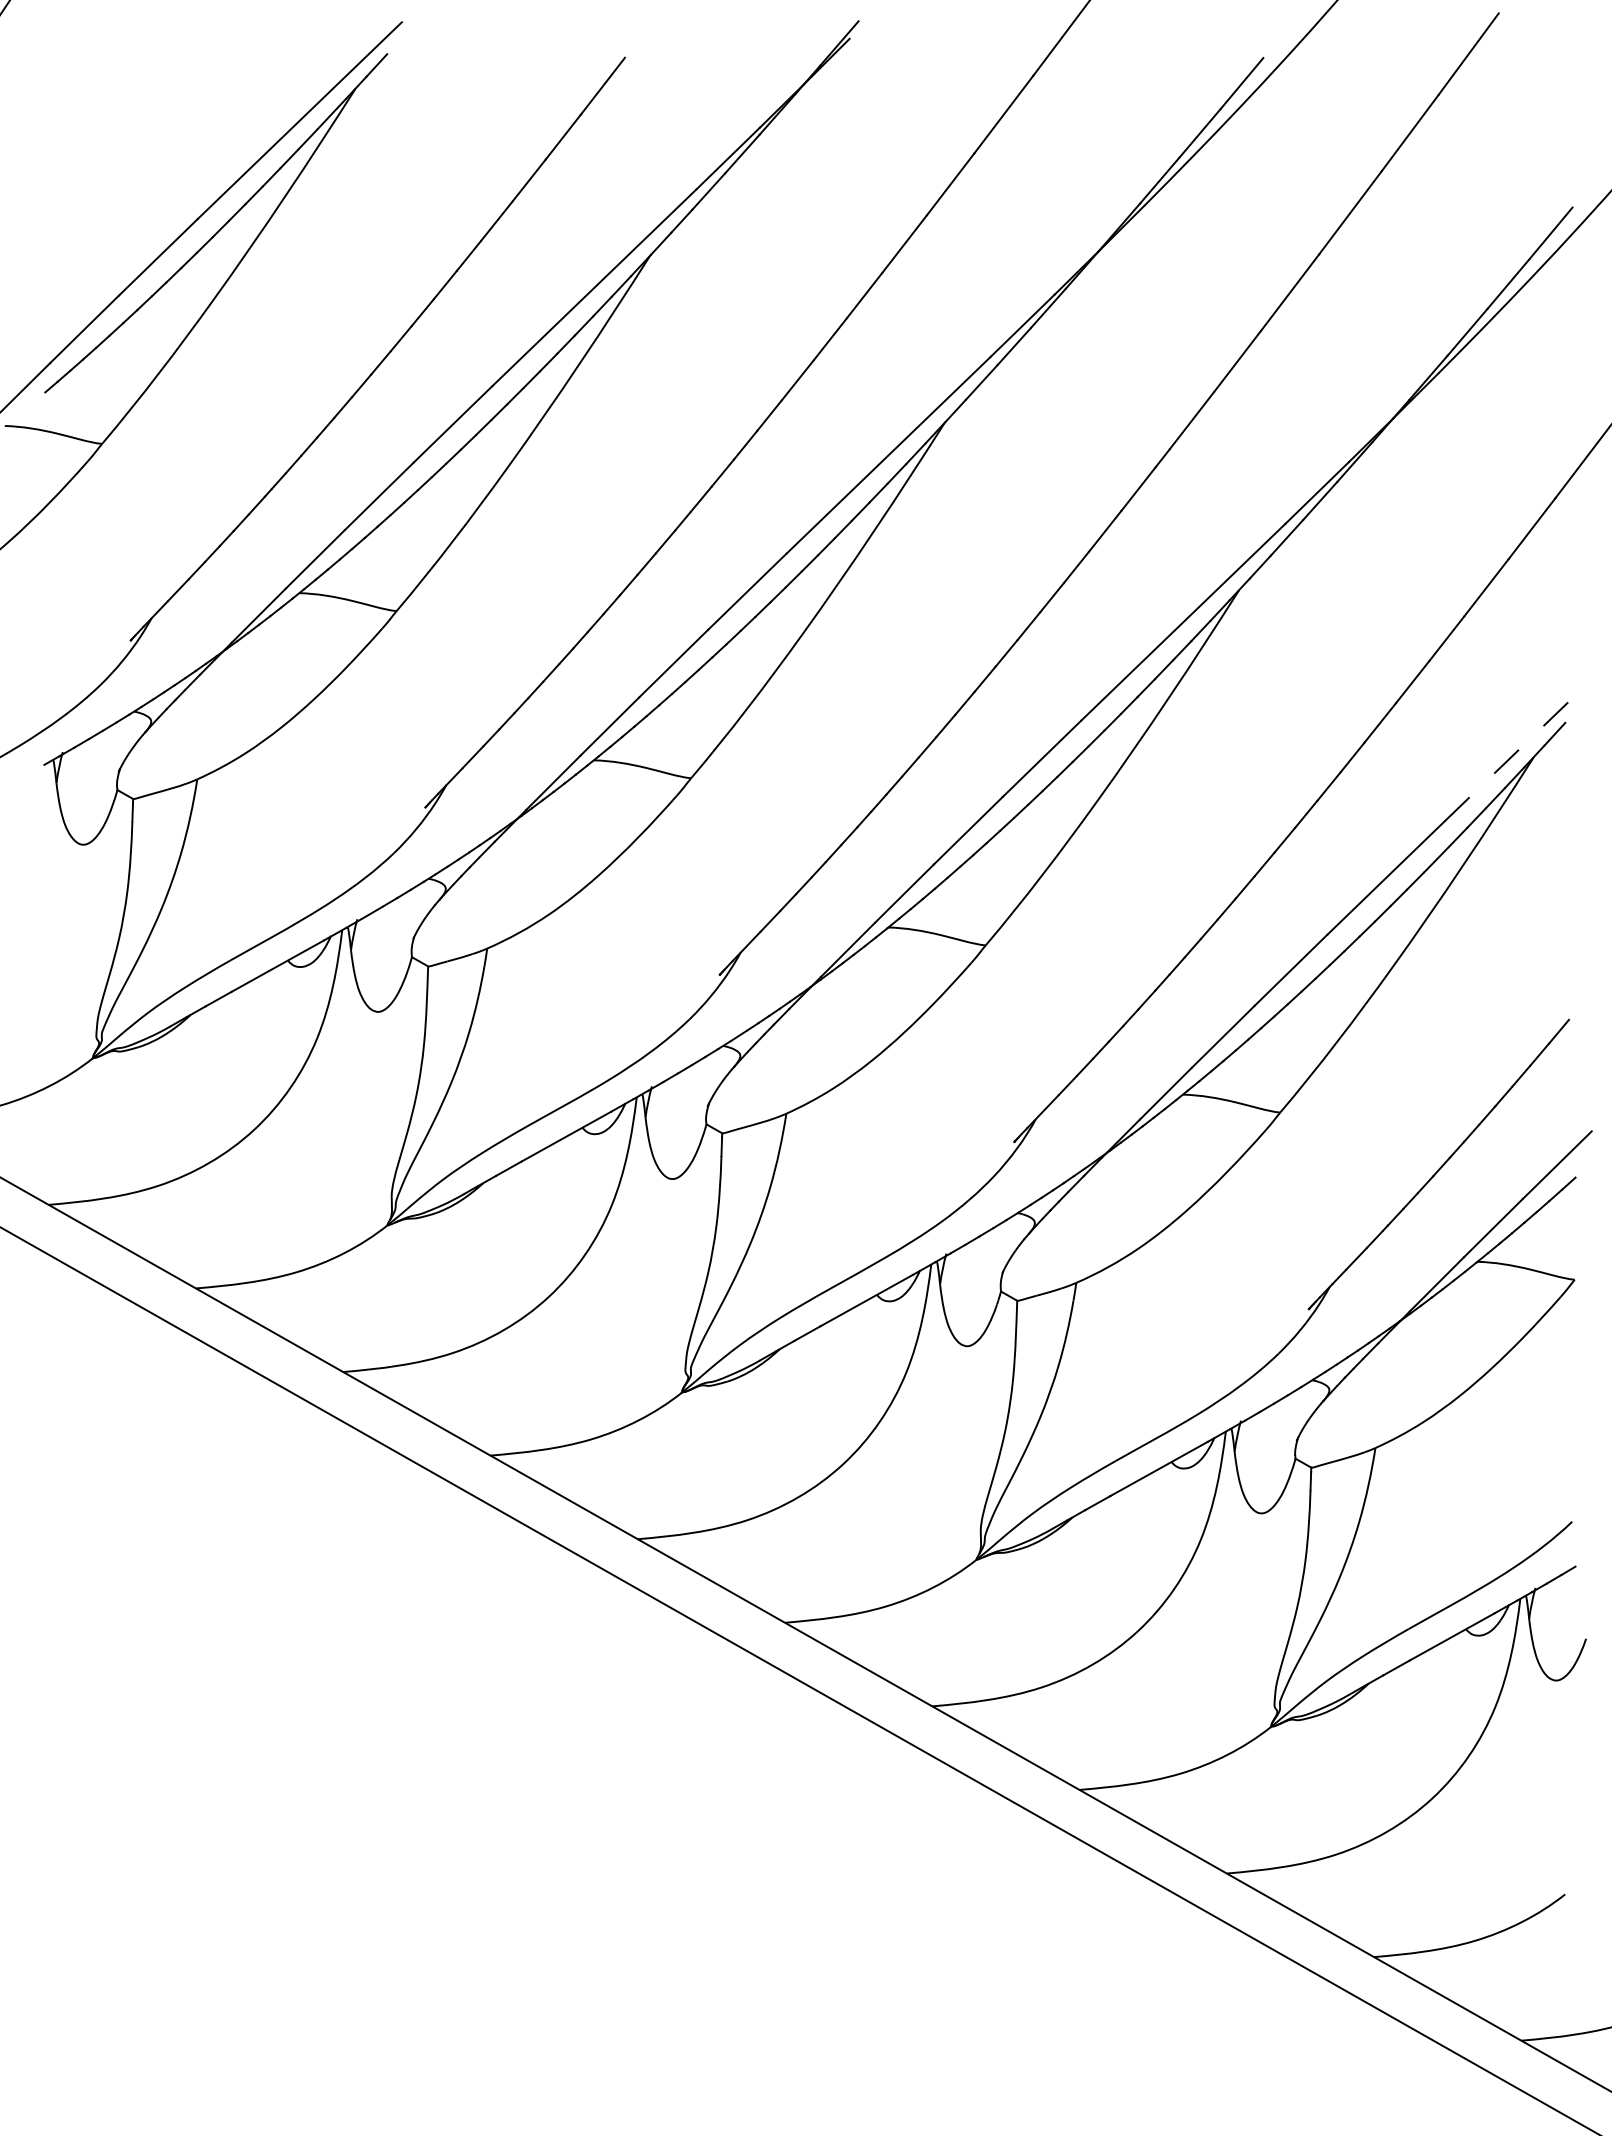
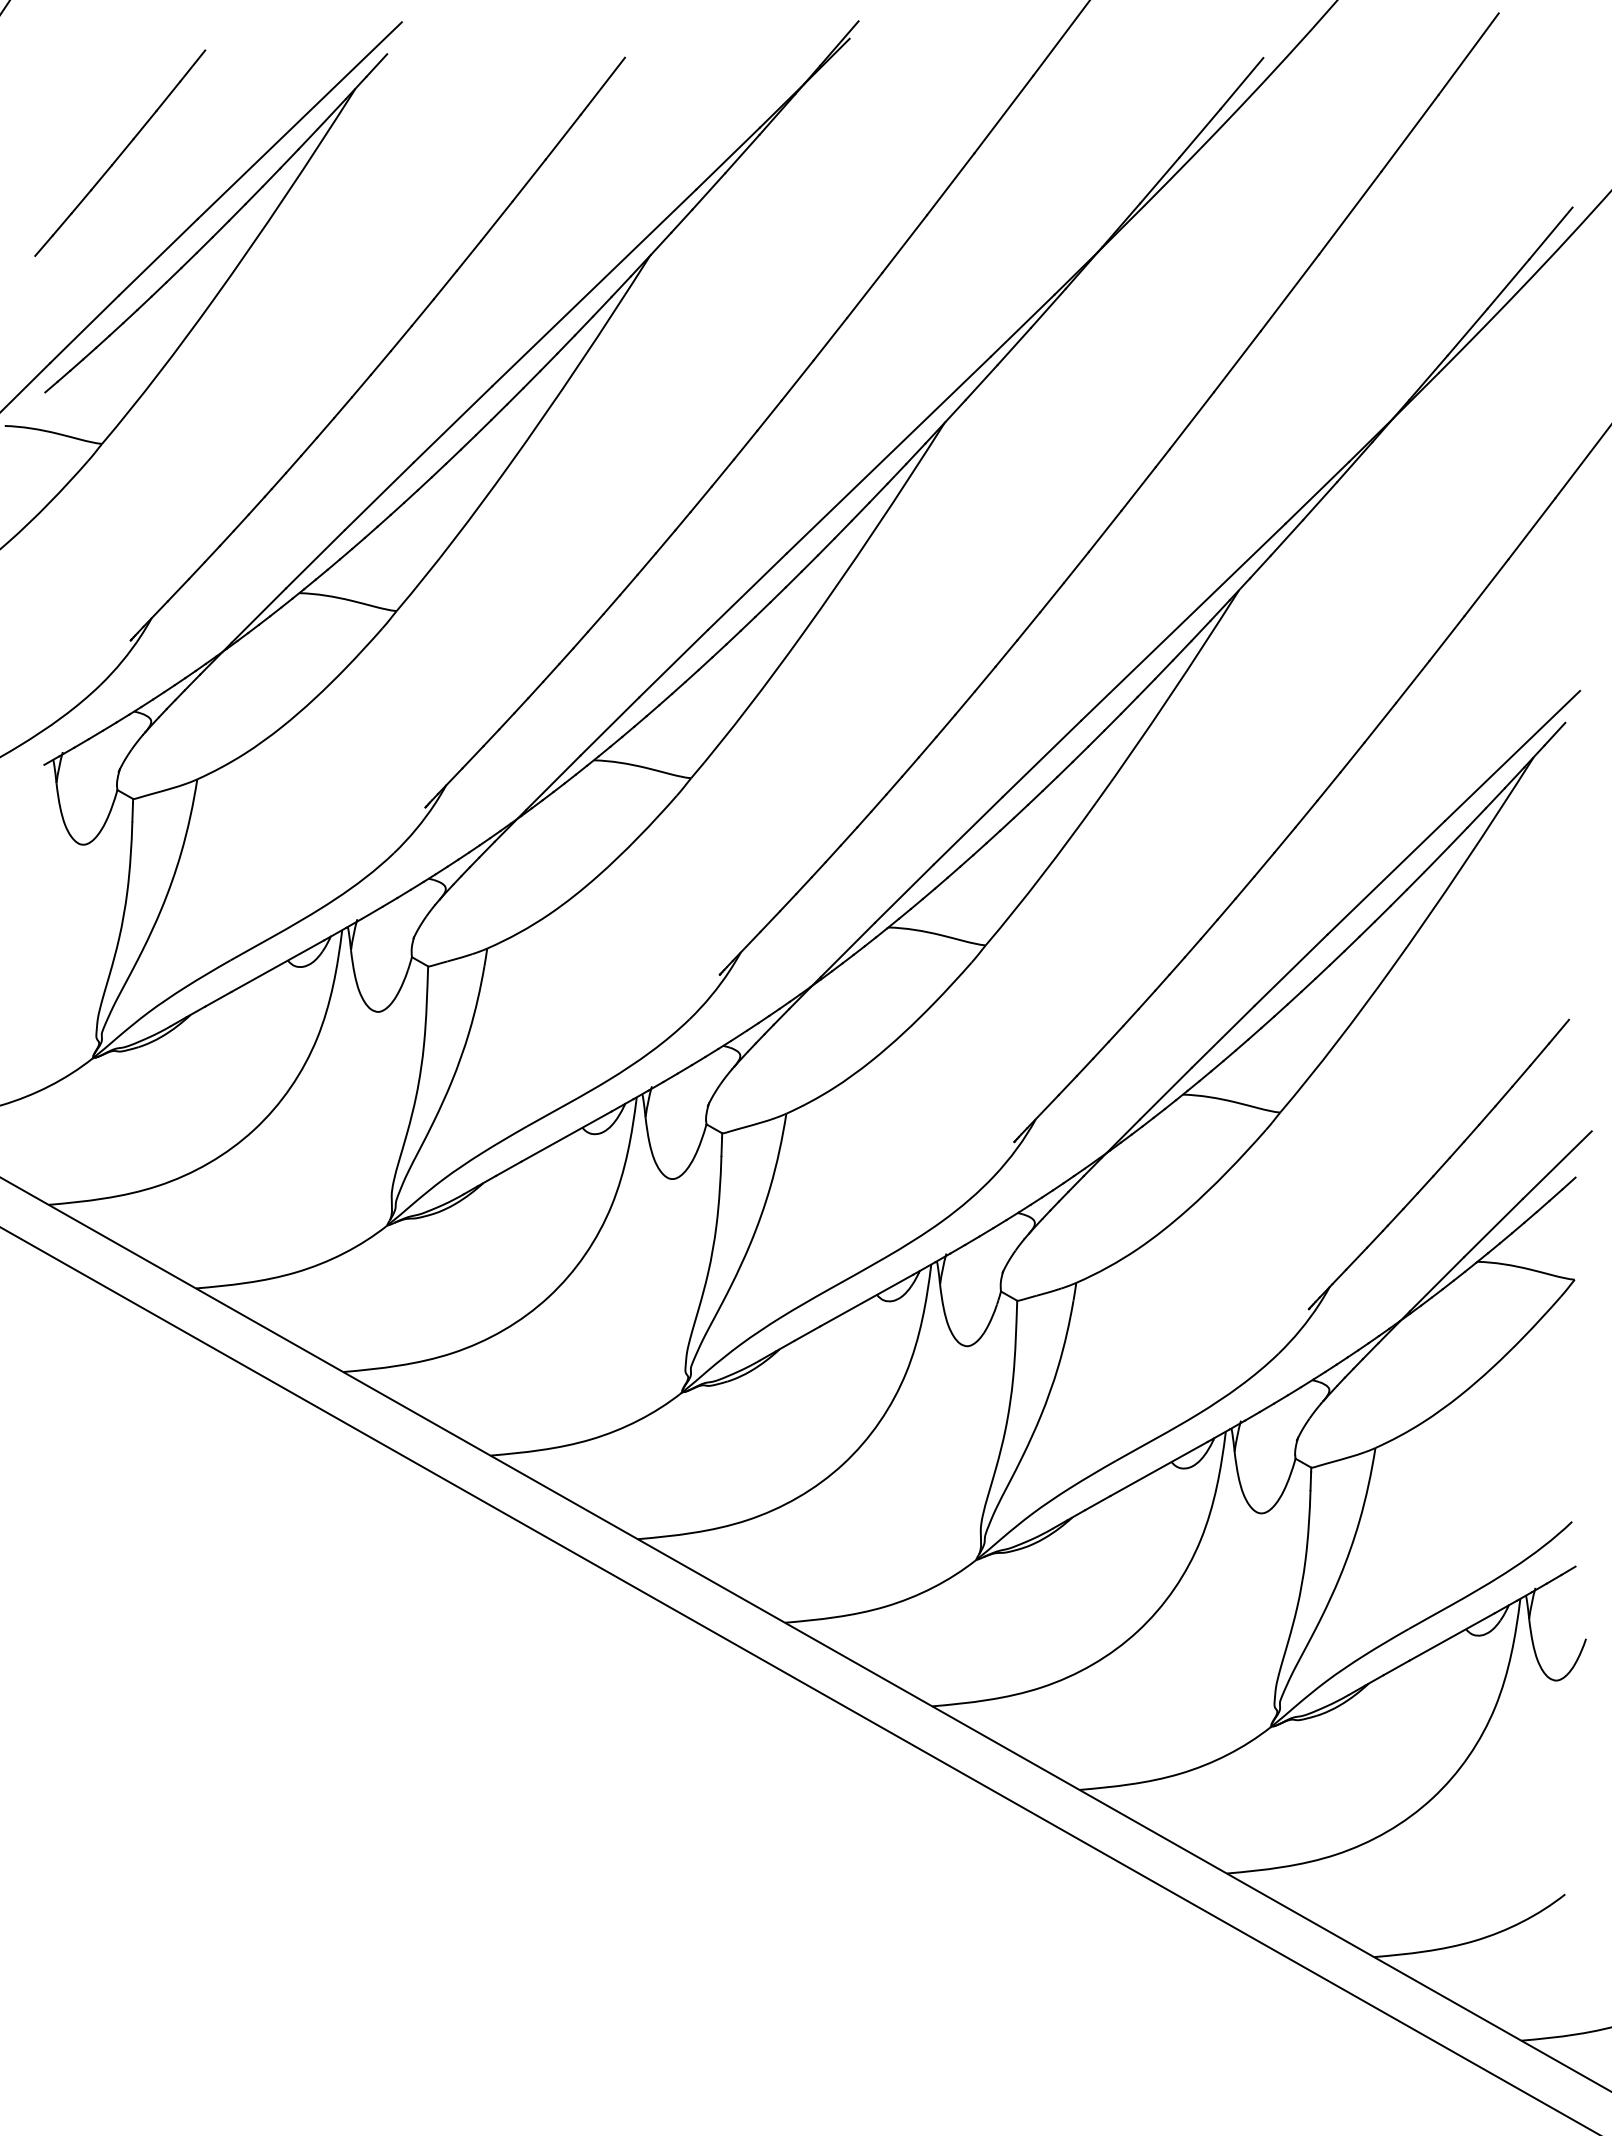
part at (120, 152): none -> present
line at (1512, 755): dashed -> solid
